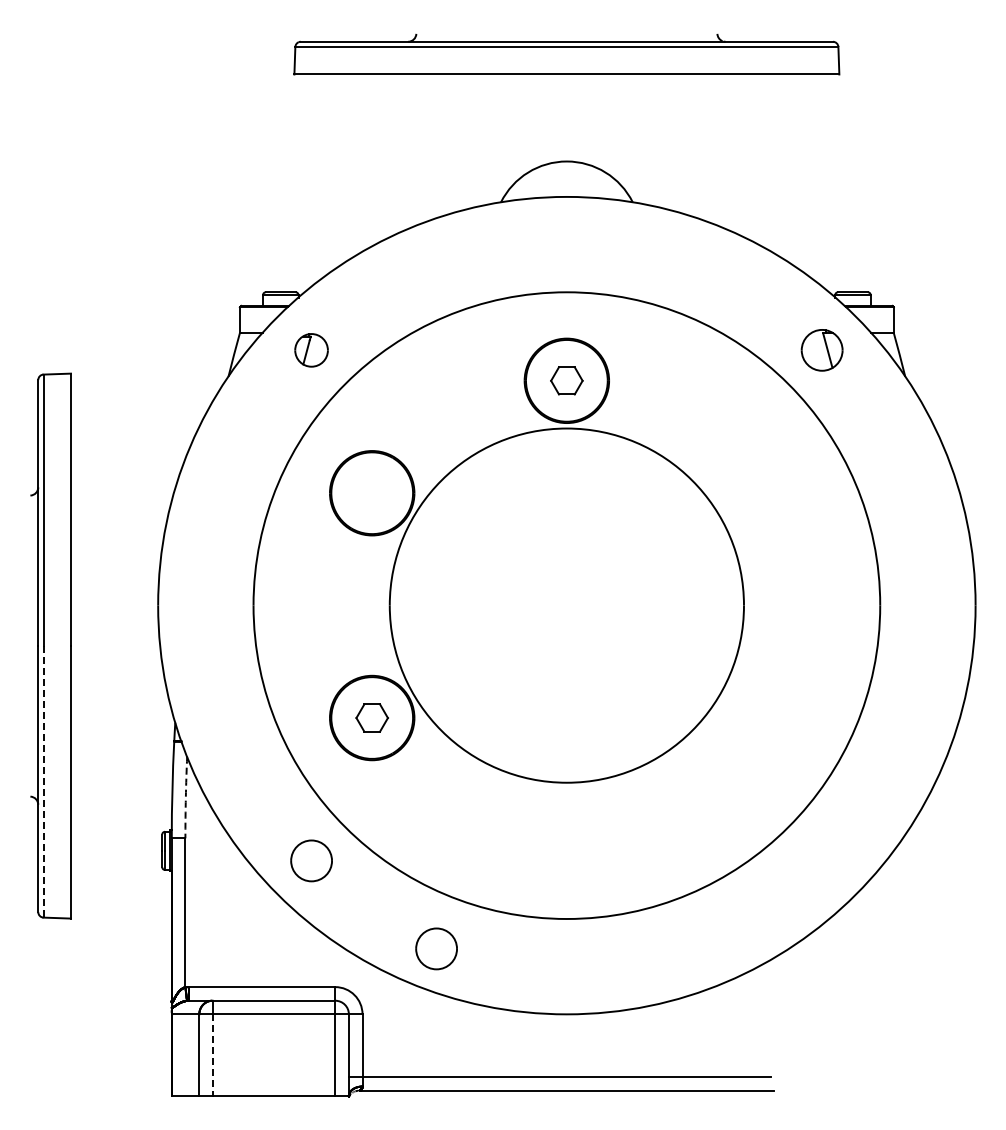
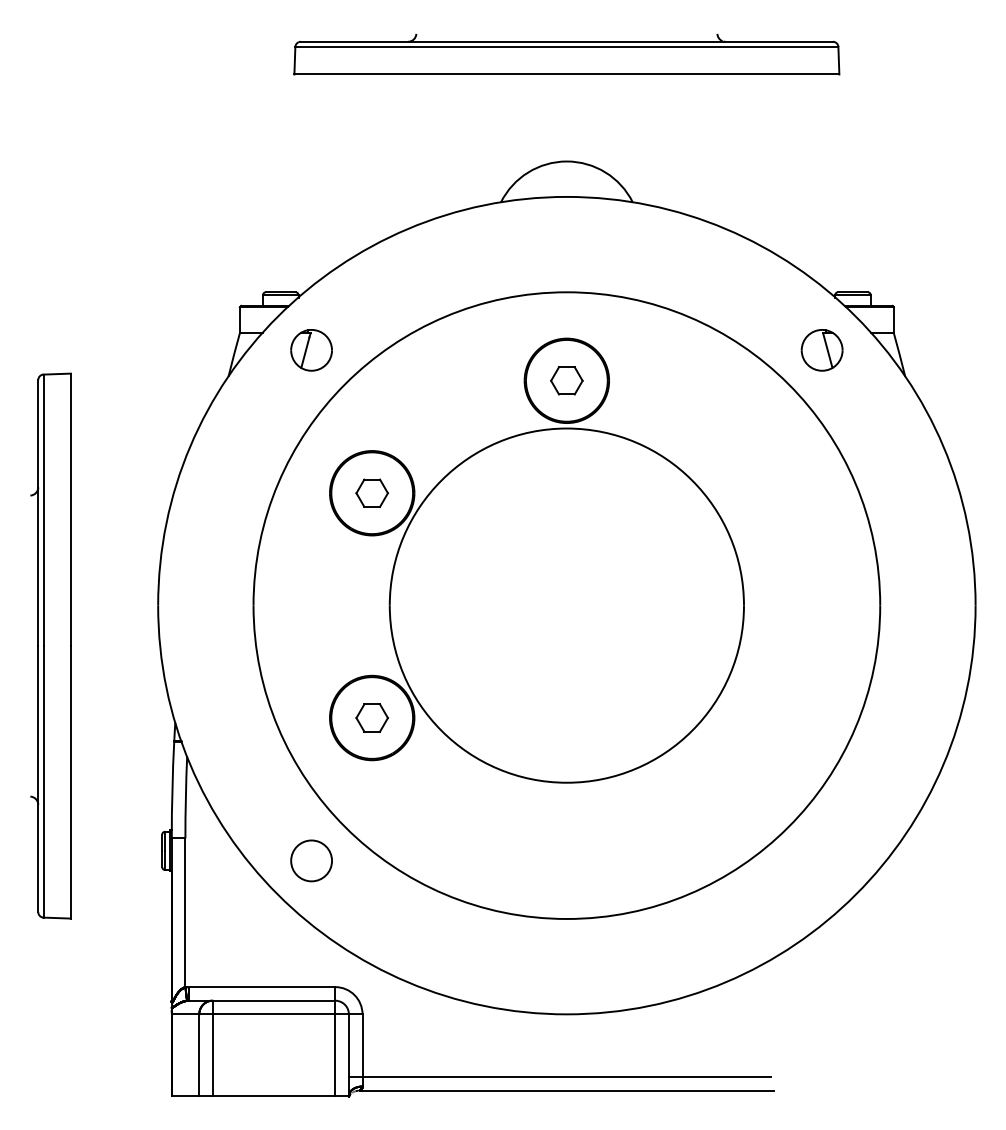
part at (311, 350) size: 35x35 px -> 43x43 px
part at (371, 492): none -> present
line at (43, 781): dashed -> solid
arc at (185, 797): dashed -> solid
part at (436, 948): present -> none
line at (212, 1055): dashed -> solid
